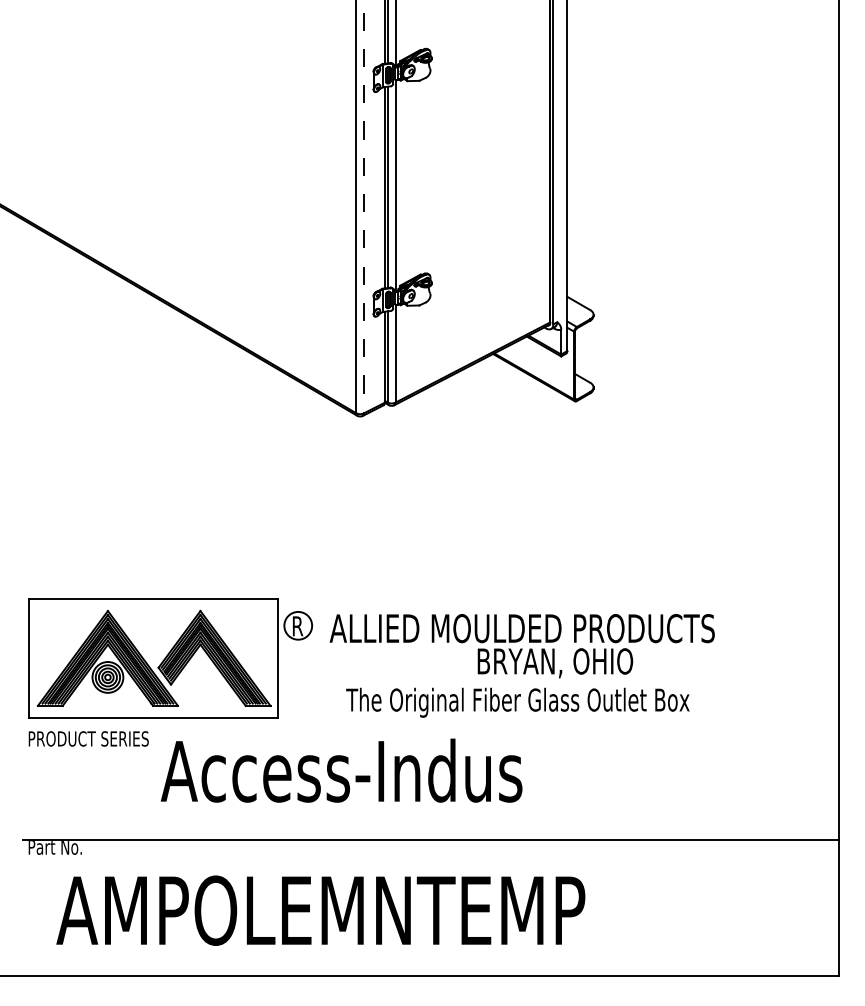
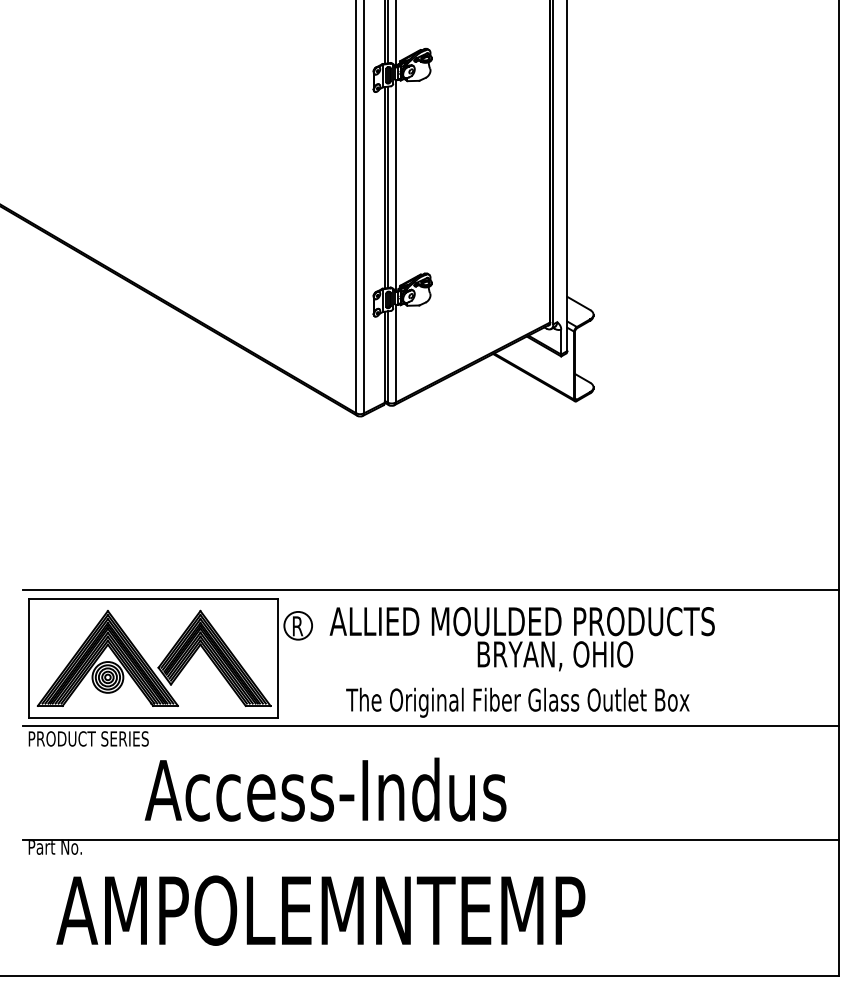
line at (364, 207): dashed -> solid
line at (430, 590): none -> present
text at (521, 646) position: (521, 646) -> (521, 639)
line at (430, 726): none -> present
text at (341, 770) position: (341, 770) -> (325, 789)
